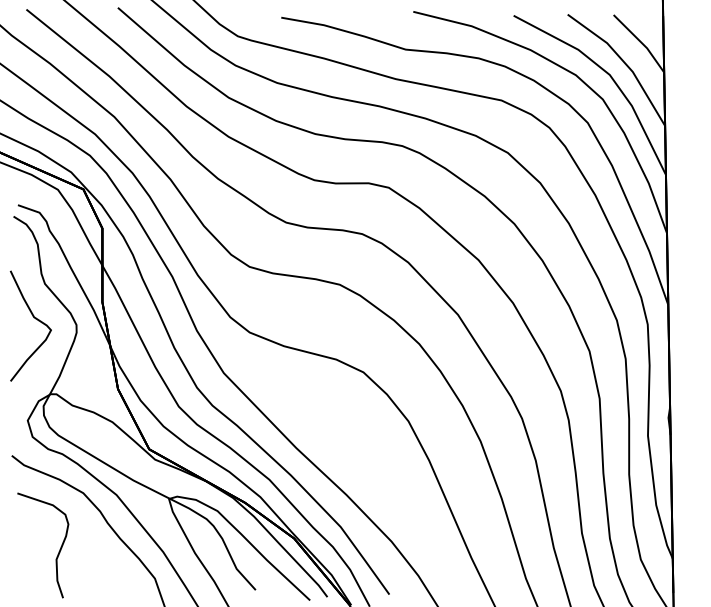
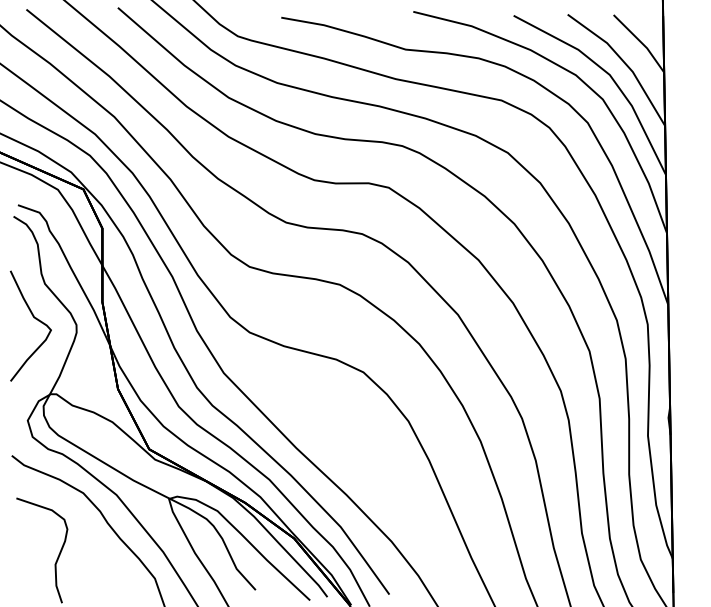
curve at (58, 551) position: (58, 551) -> (57, 556)
